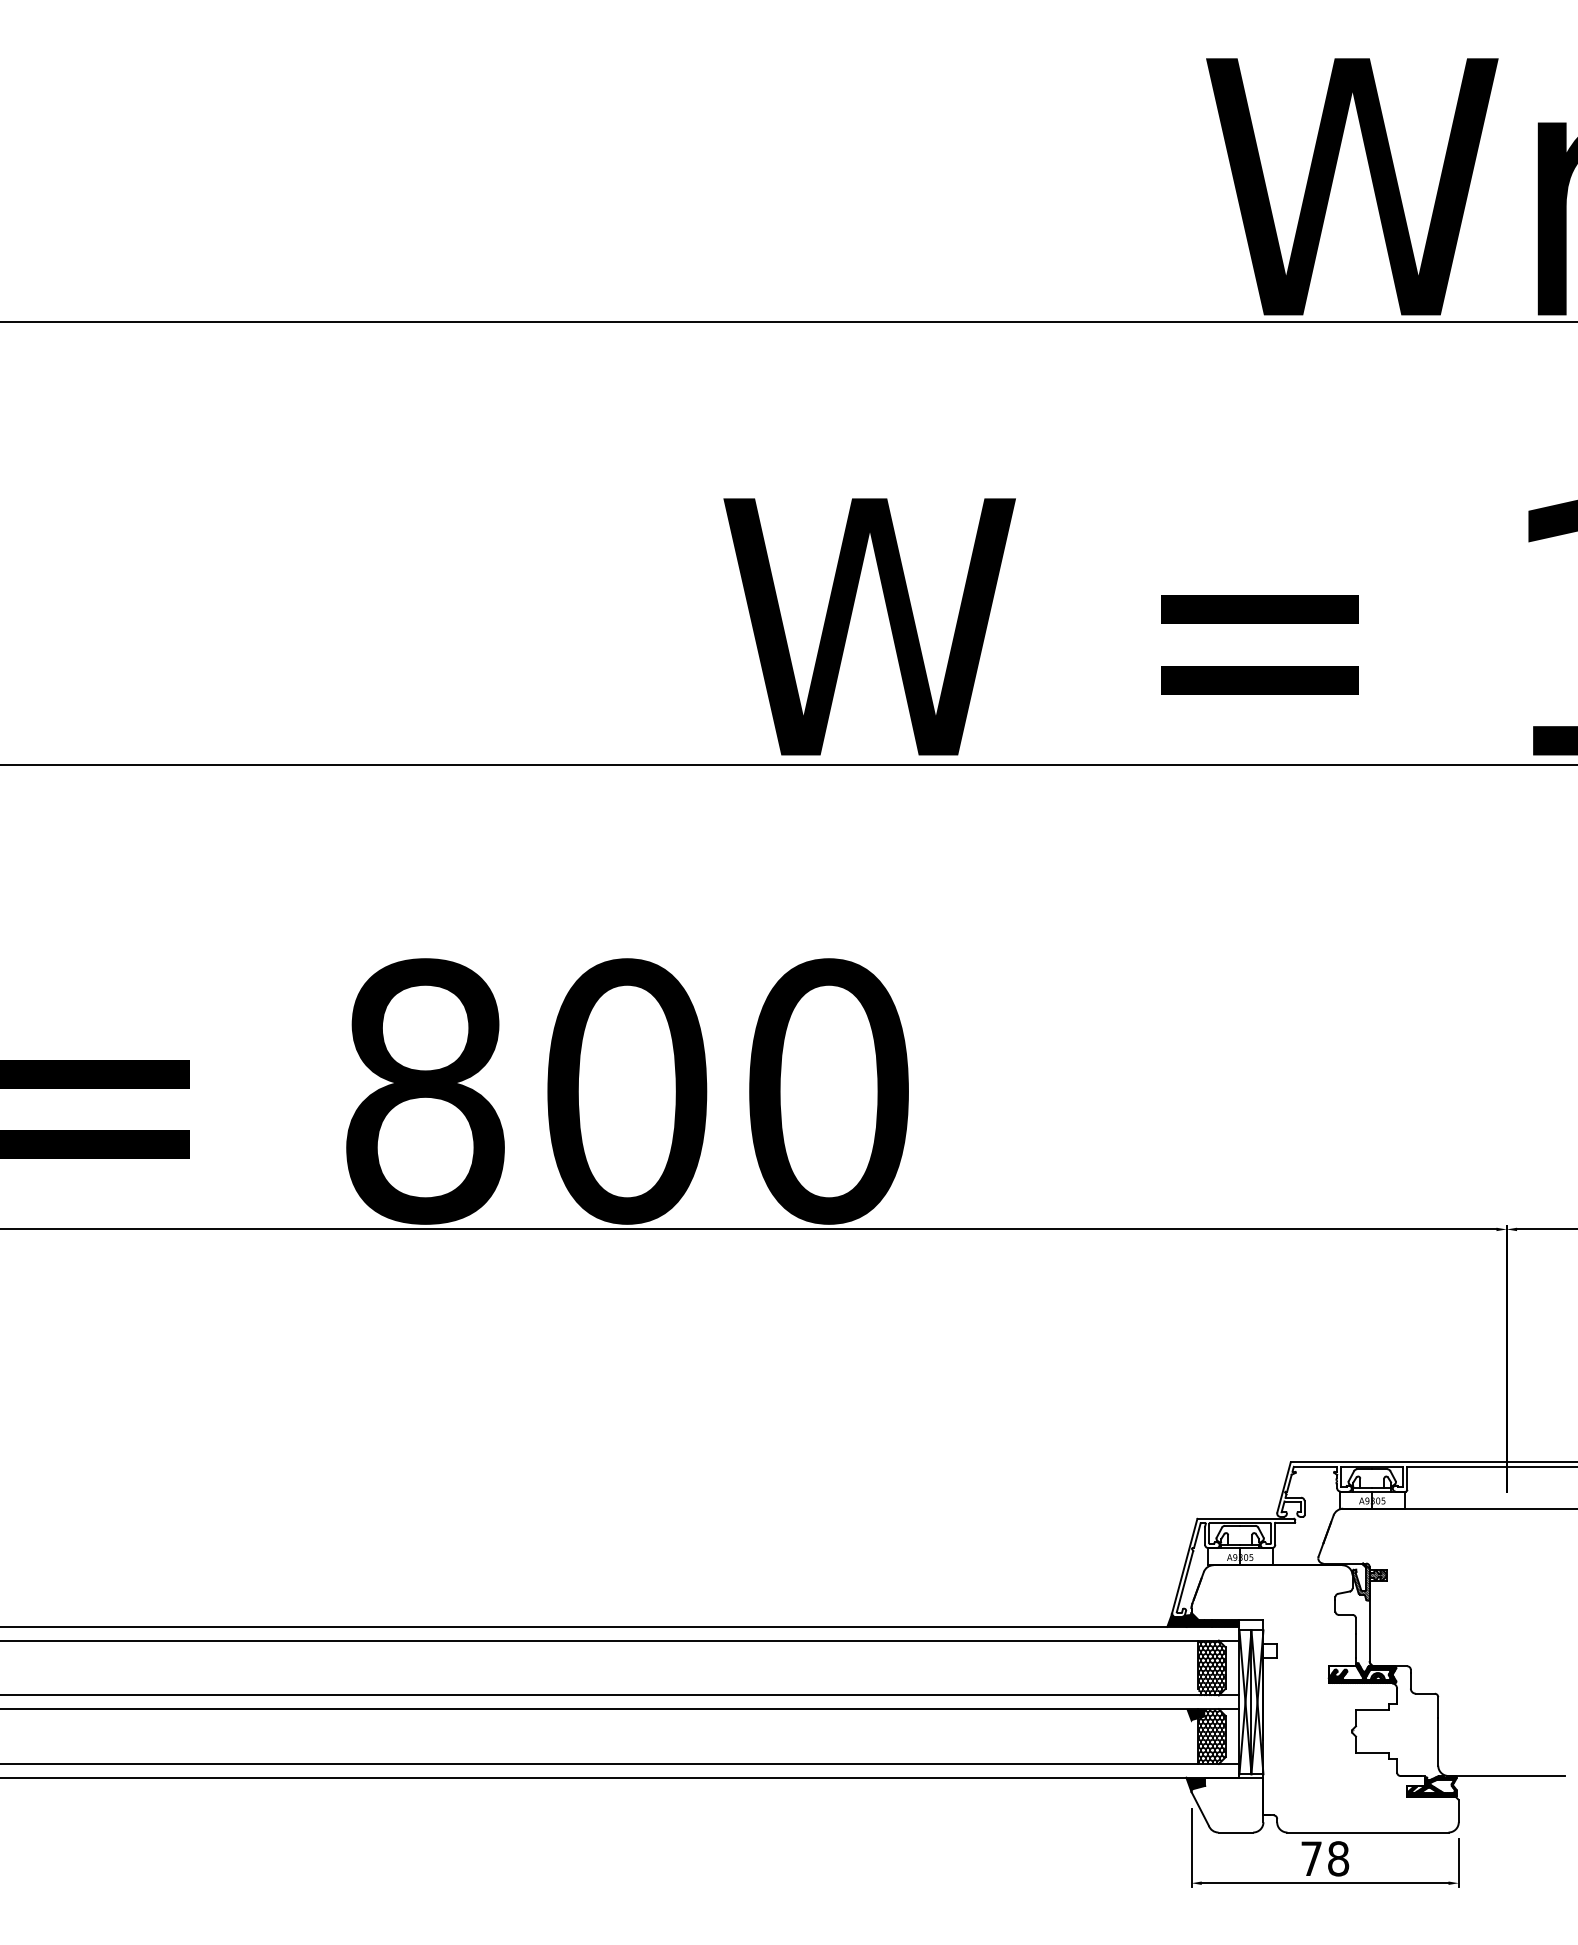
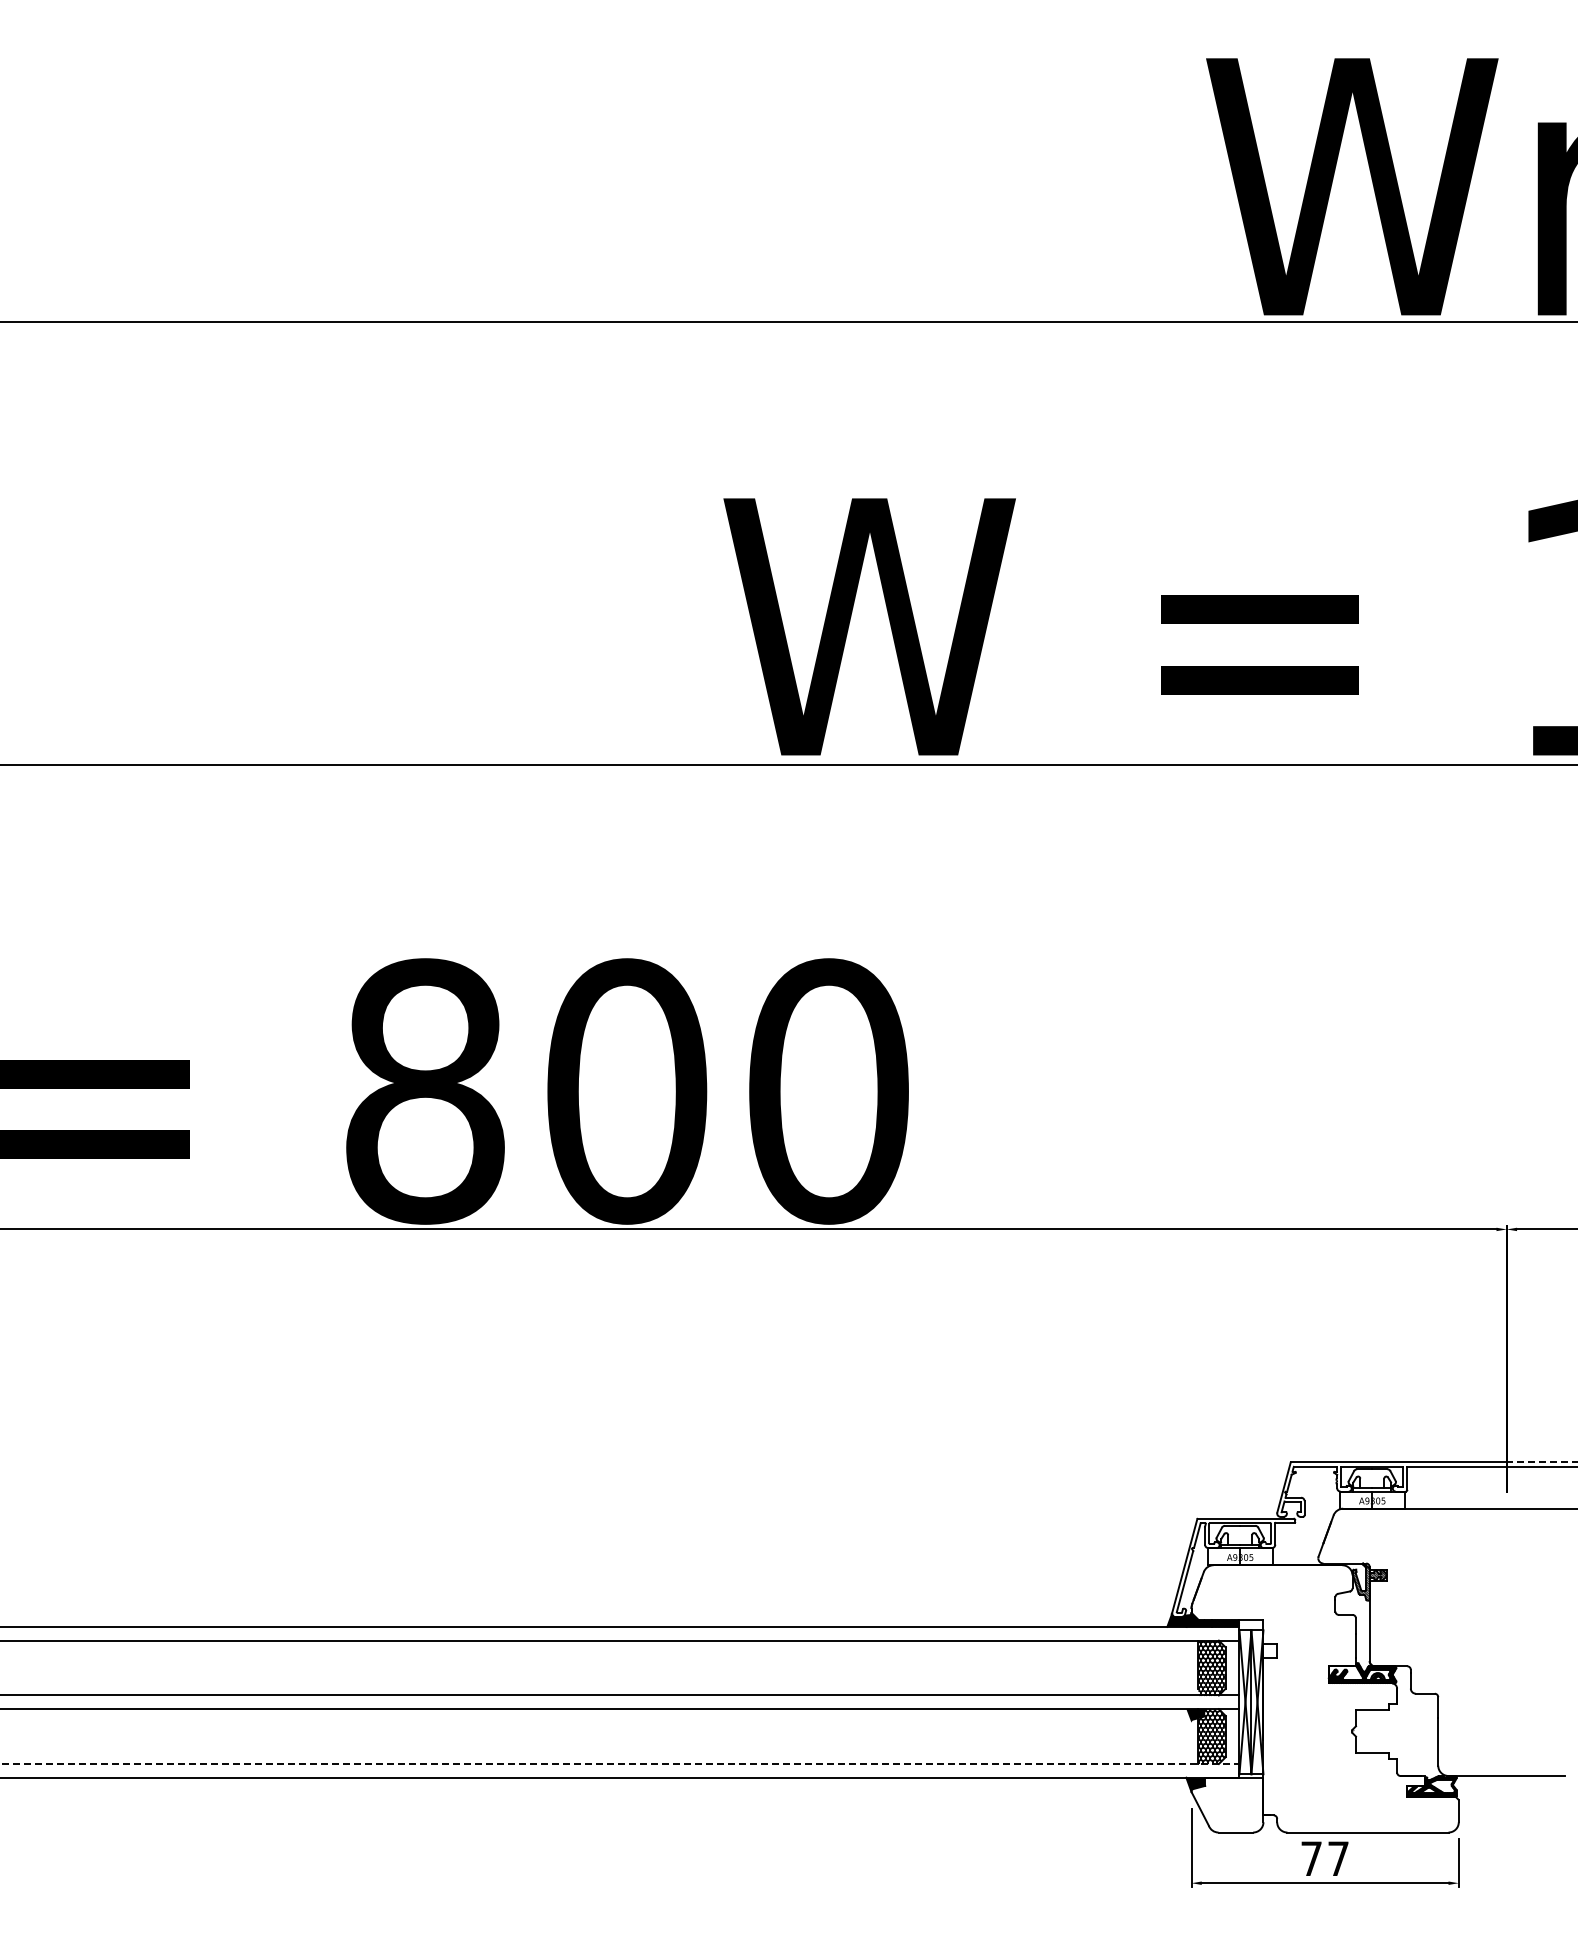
line at (1541, 1462): solid -> dashed
line at (620, 1764): solid -> dashed
text at (1338, 1858): 78 -> 77
